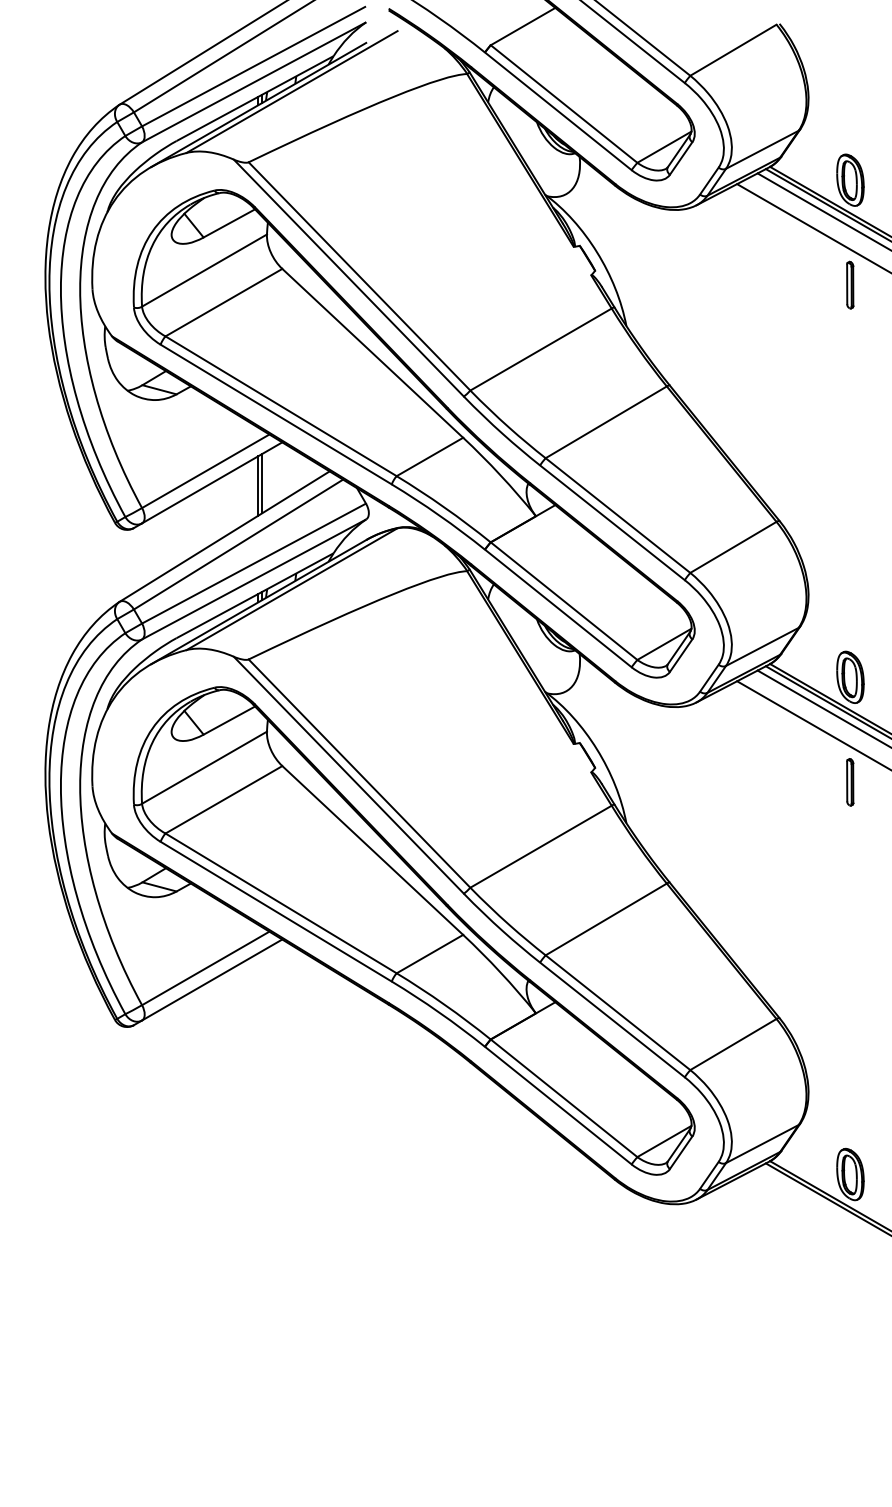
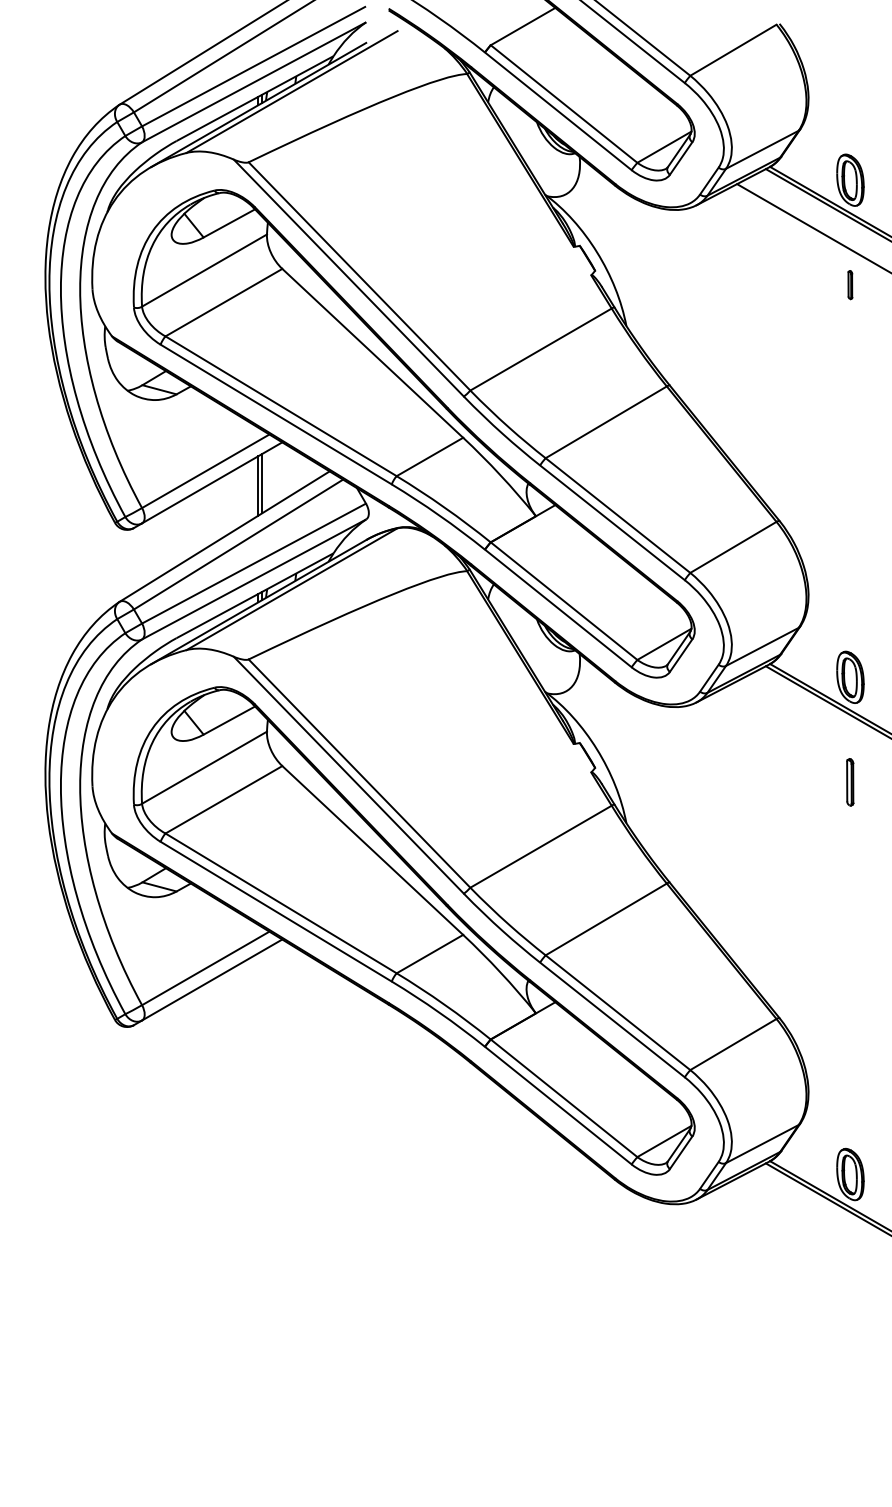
line at (822, 211): present -> none
part at (850, 284) size: 9x50 px -> 7x31 px
line at (822, 708): present -> none
line at (812, 724): present -> none
